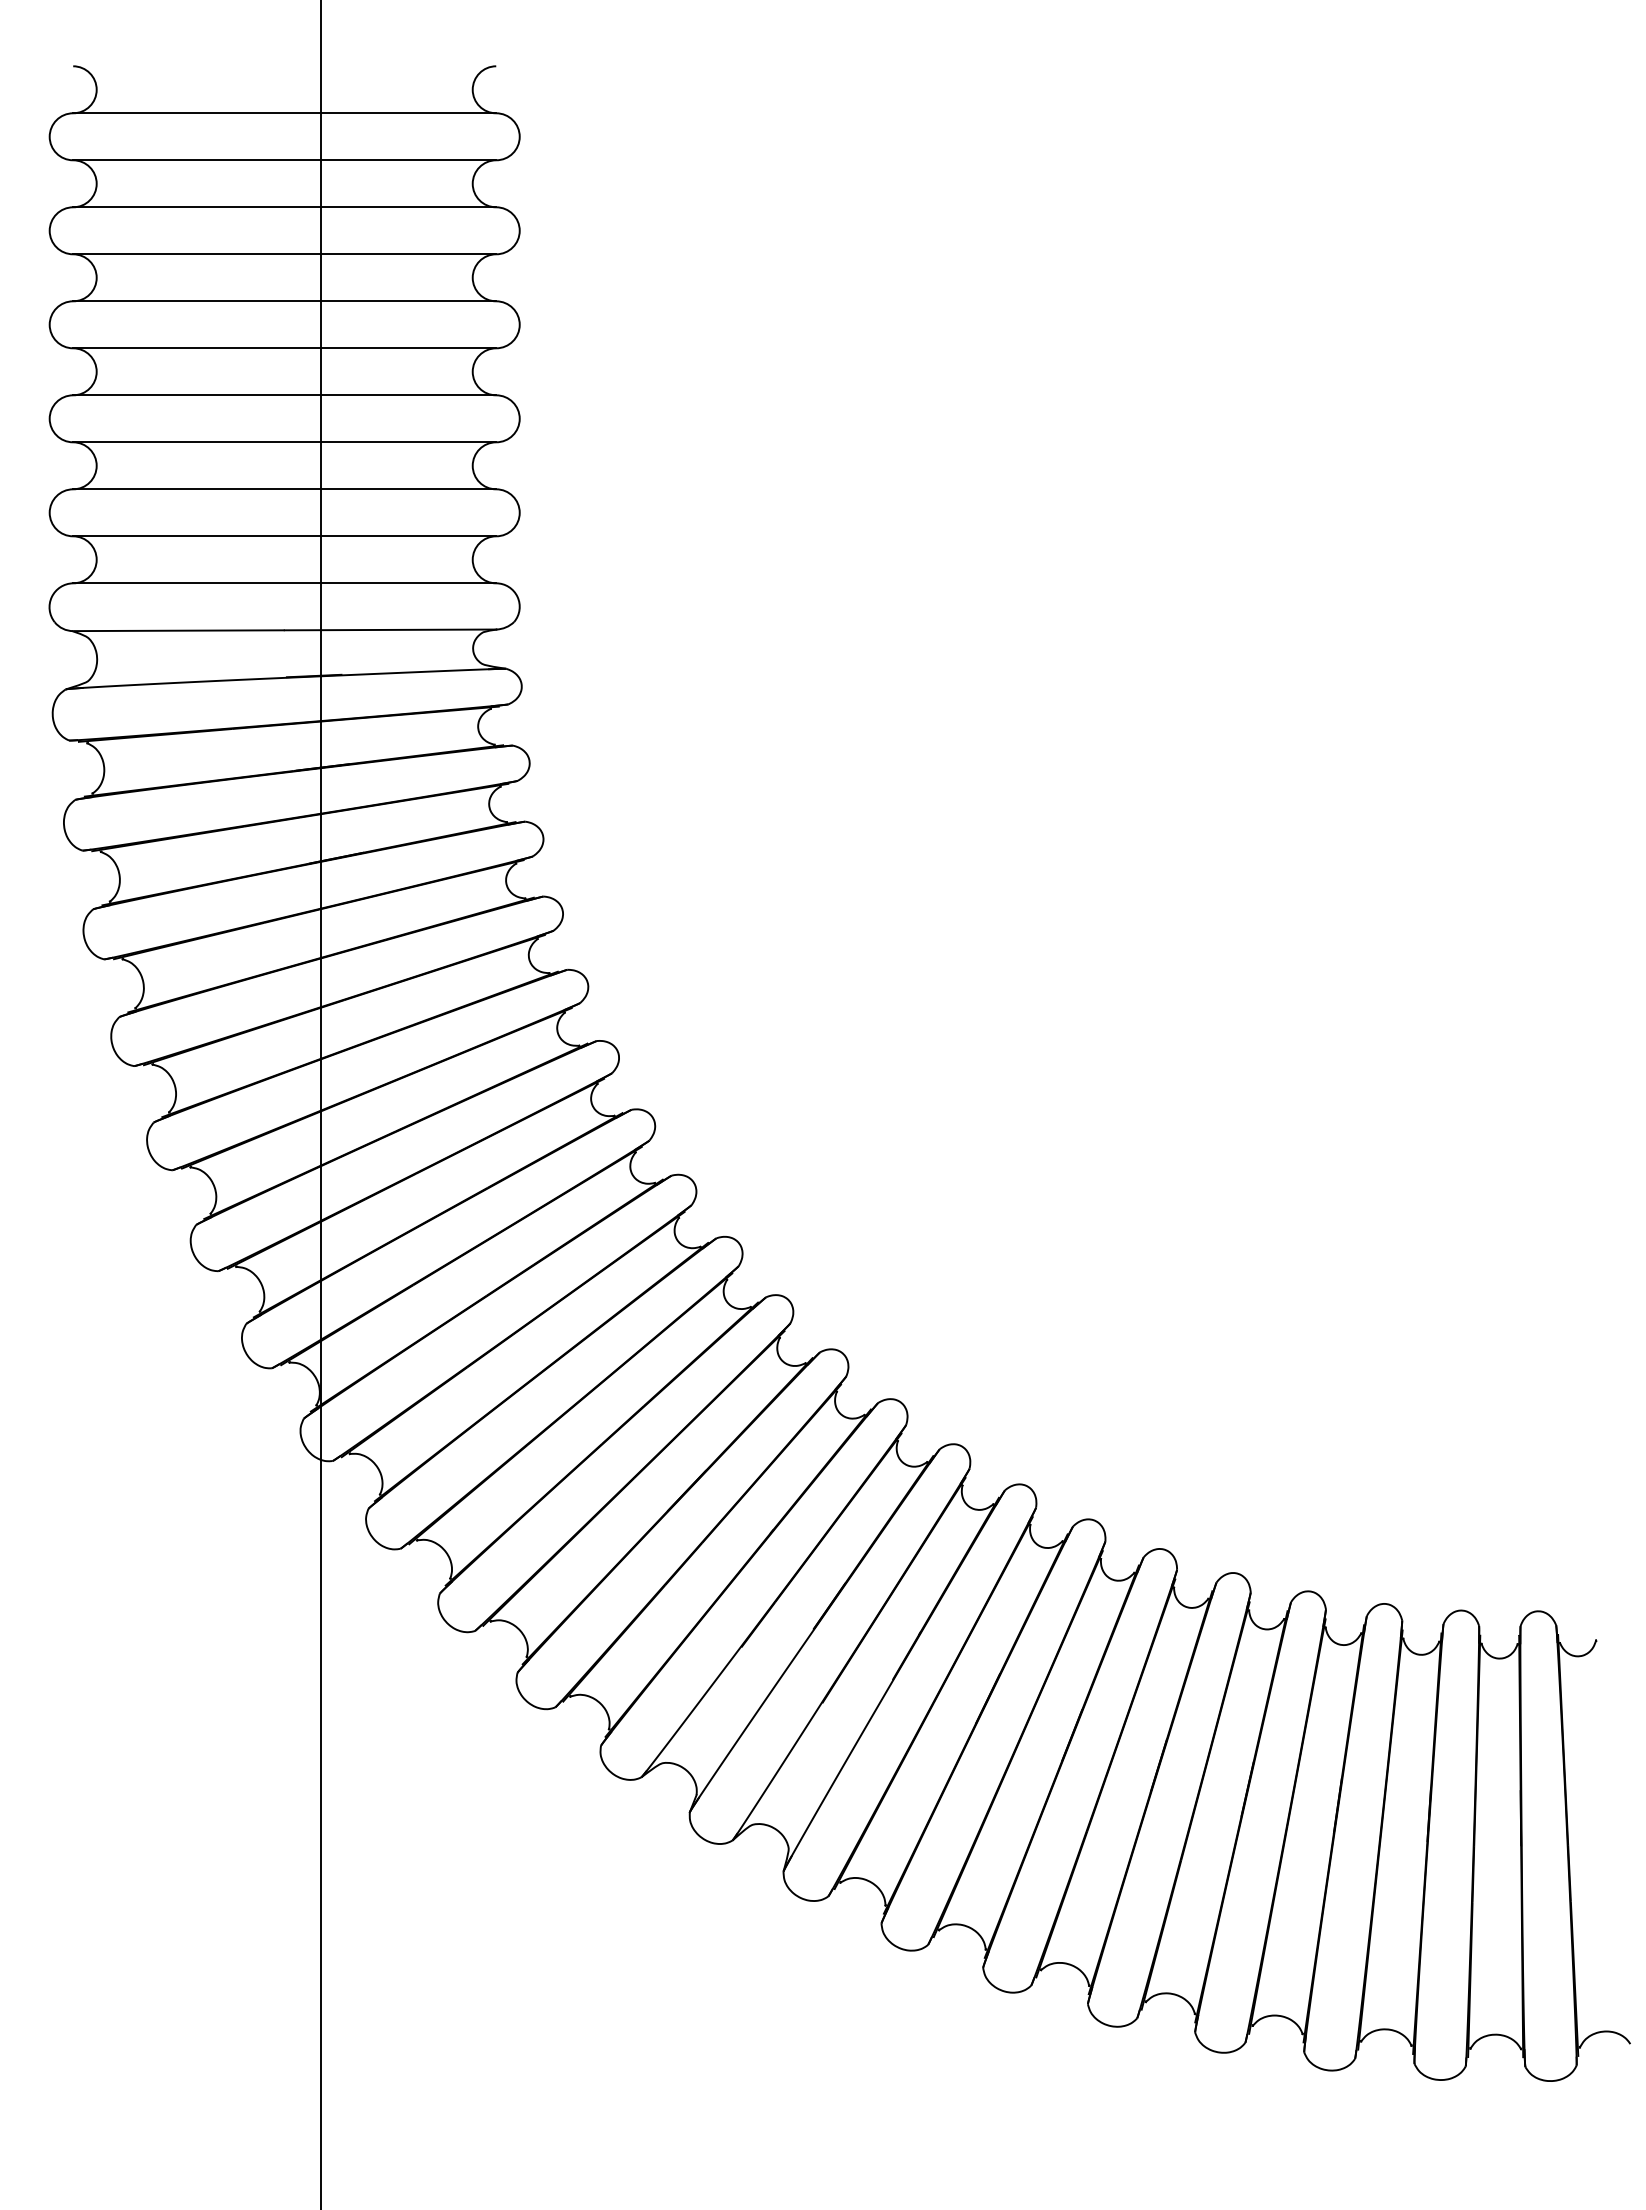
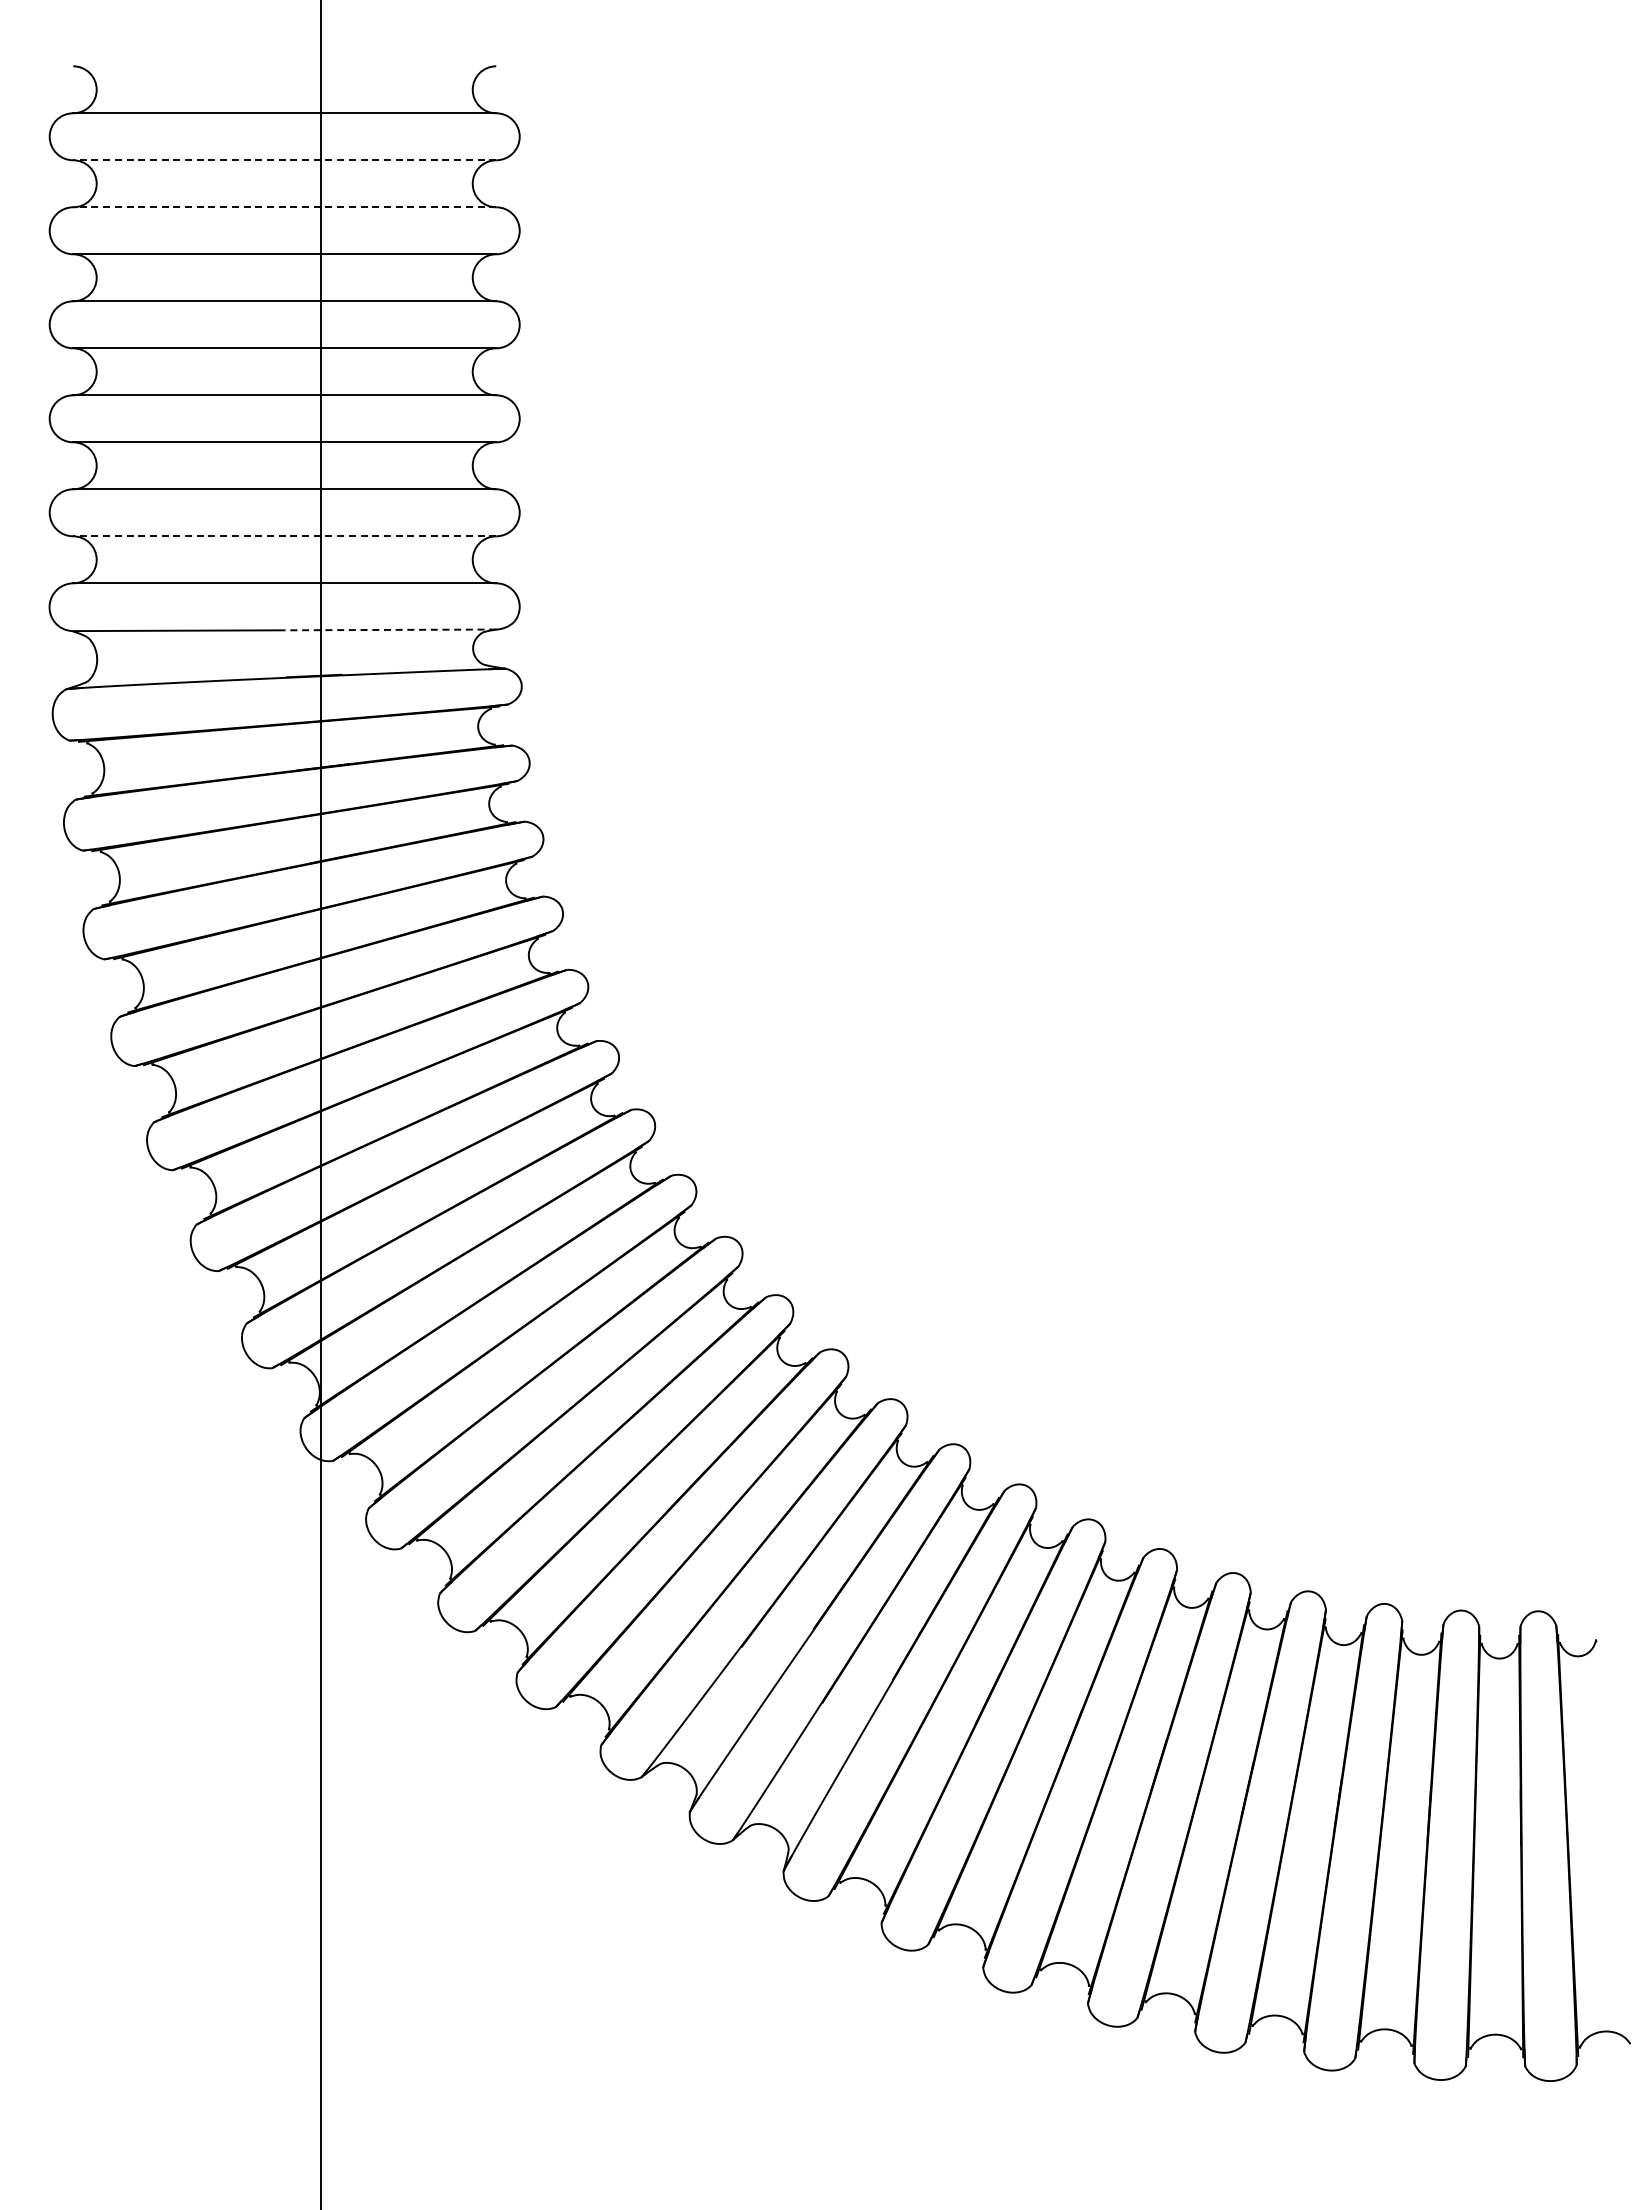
line at (284, 160): solid -> dashed
line at (284, 207): solid -> dashed
line at (284, 536): solid -> dashed
line at (390, 629): solid -> dashed
